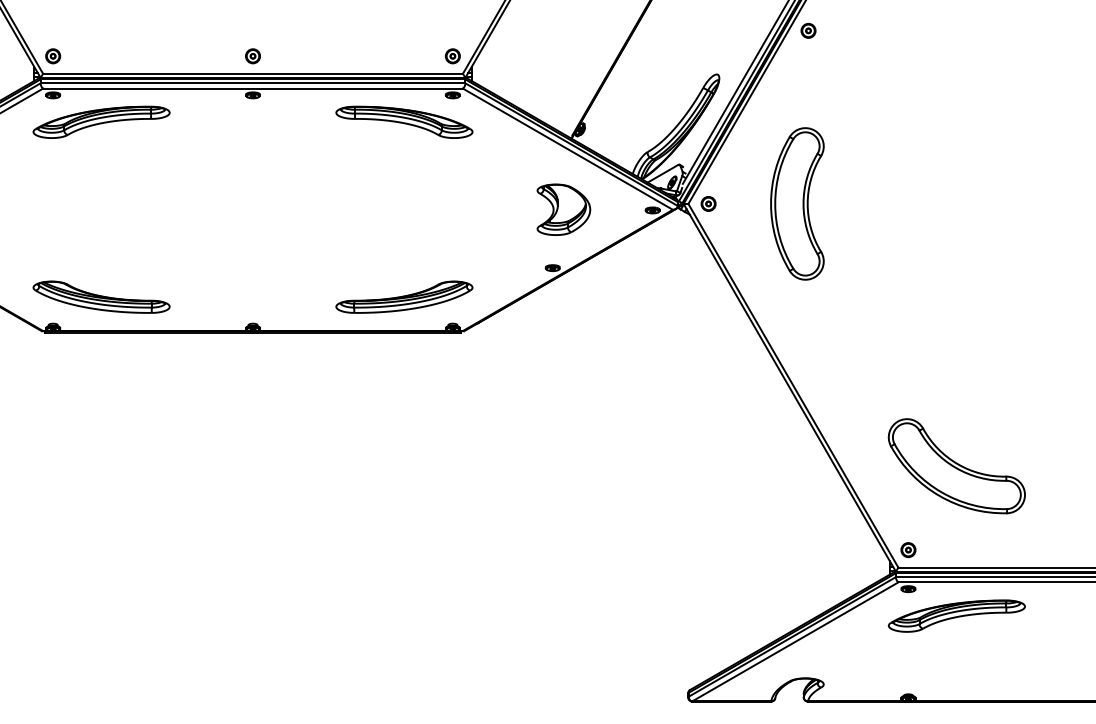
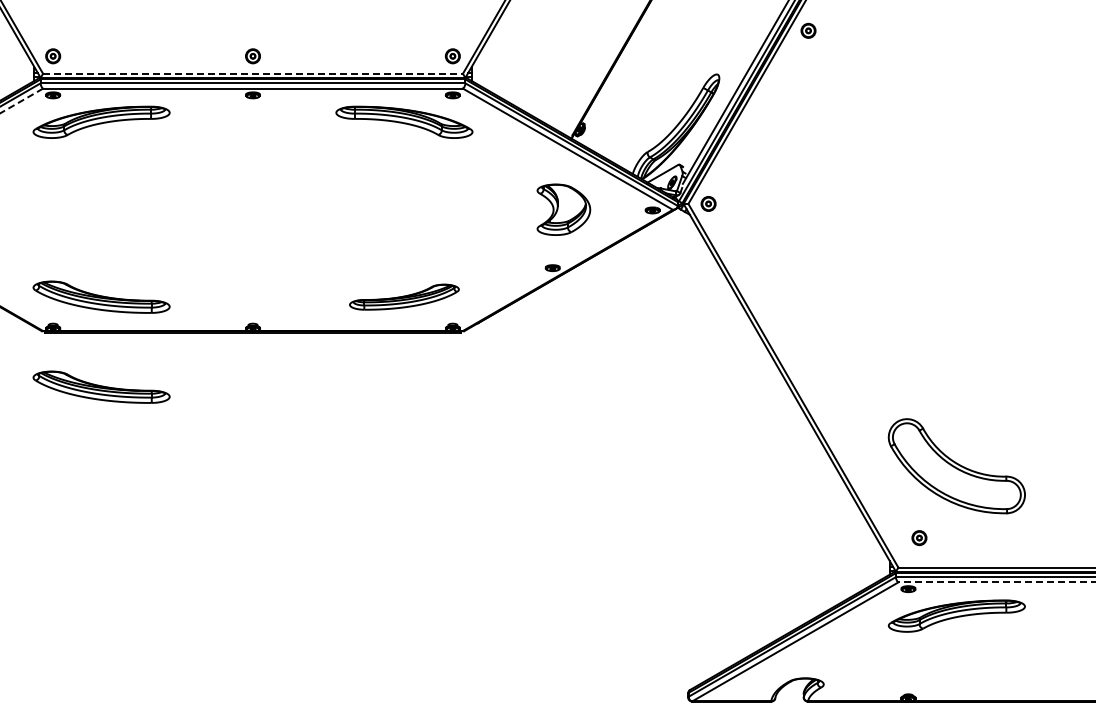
line at (253, 73): solid -> dashed
line at (21, 101): solid -> dashed
part at (797, 203): present -> none
part at (404, 296) size: 139x34 px -> 111x28 px
part at (101, 386): none -> present
part at (908, 550) position: (908, 550) -> (919, 538)
line at (996, 582): solid -> dashed
